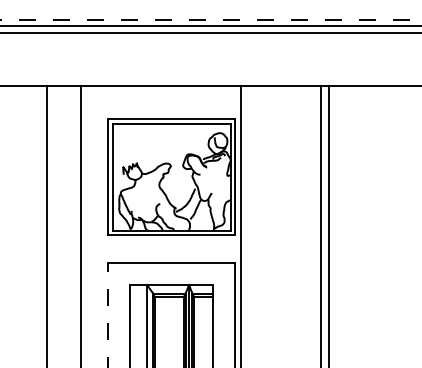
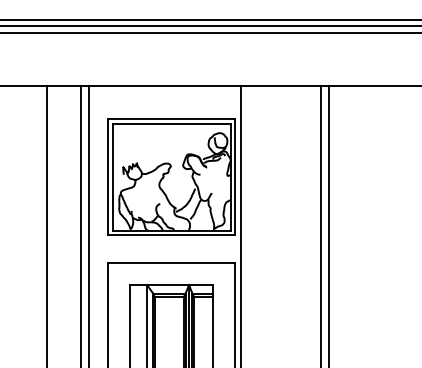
line at (211, 19): dashed -> solid
line at (89, 224): none -> present
line at (108, 314): dashed -> solid
